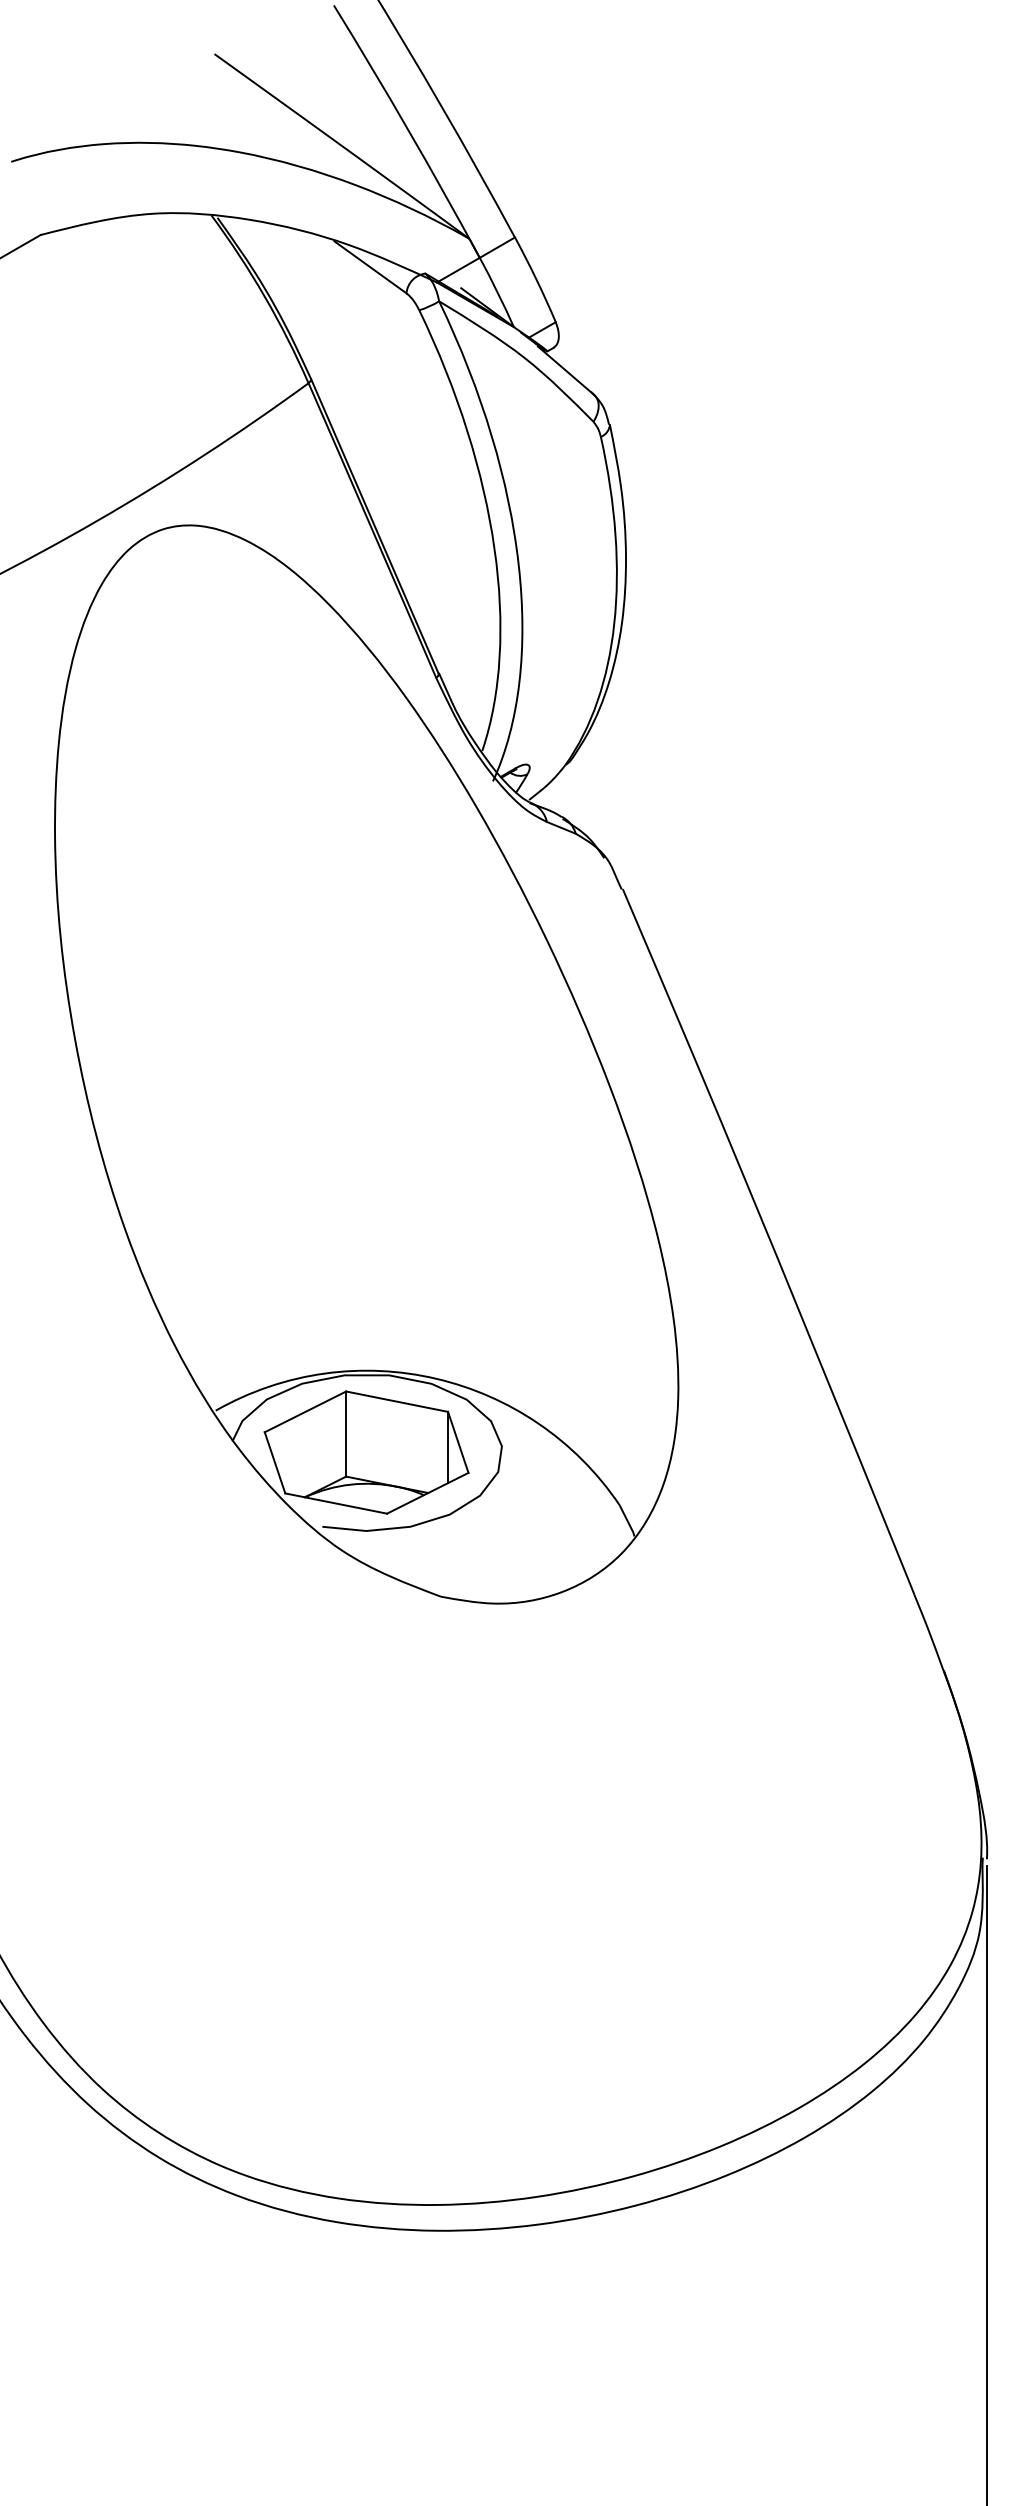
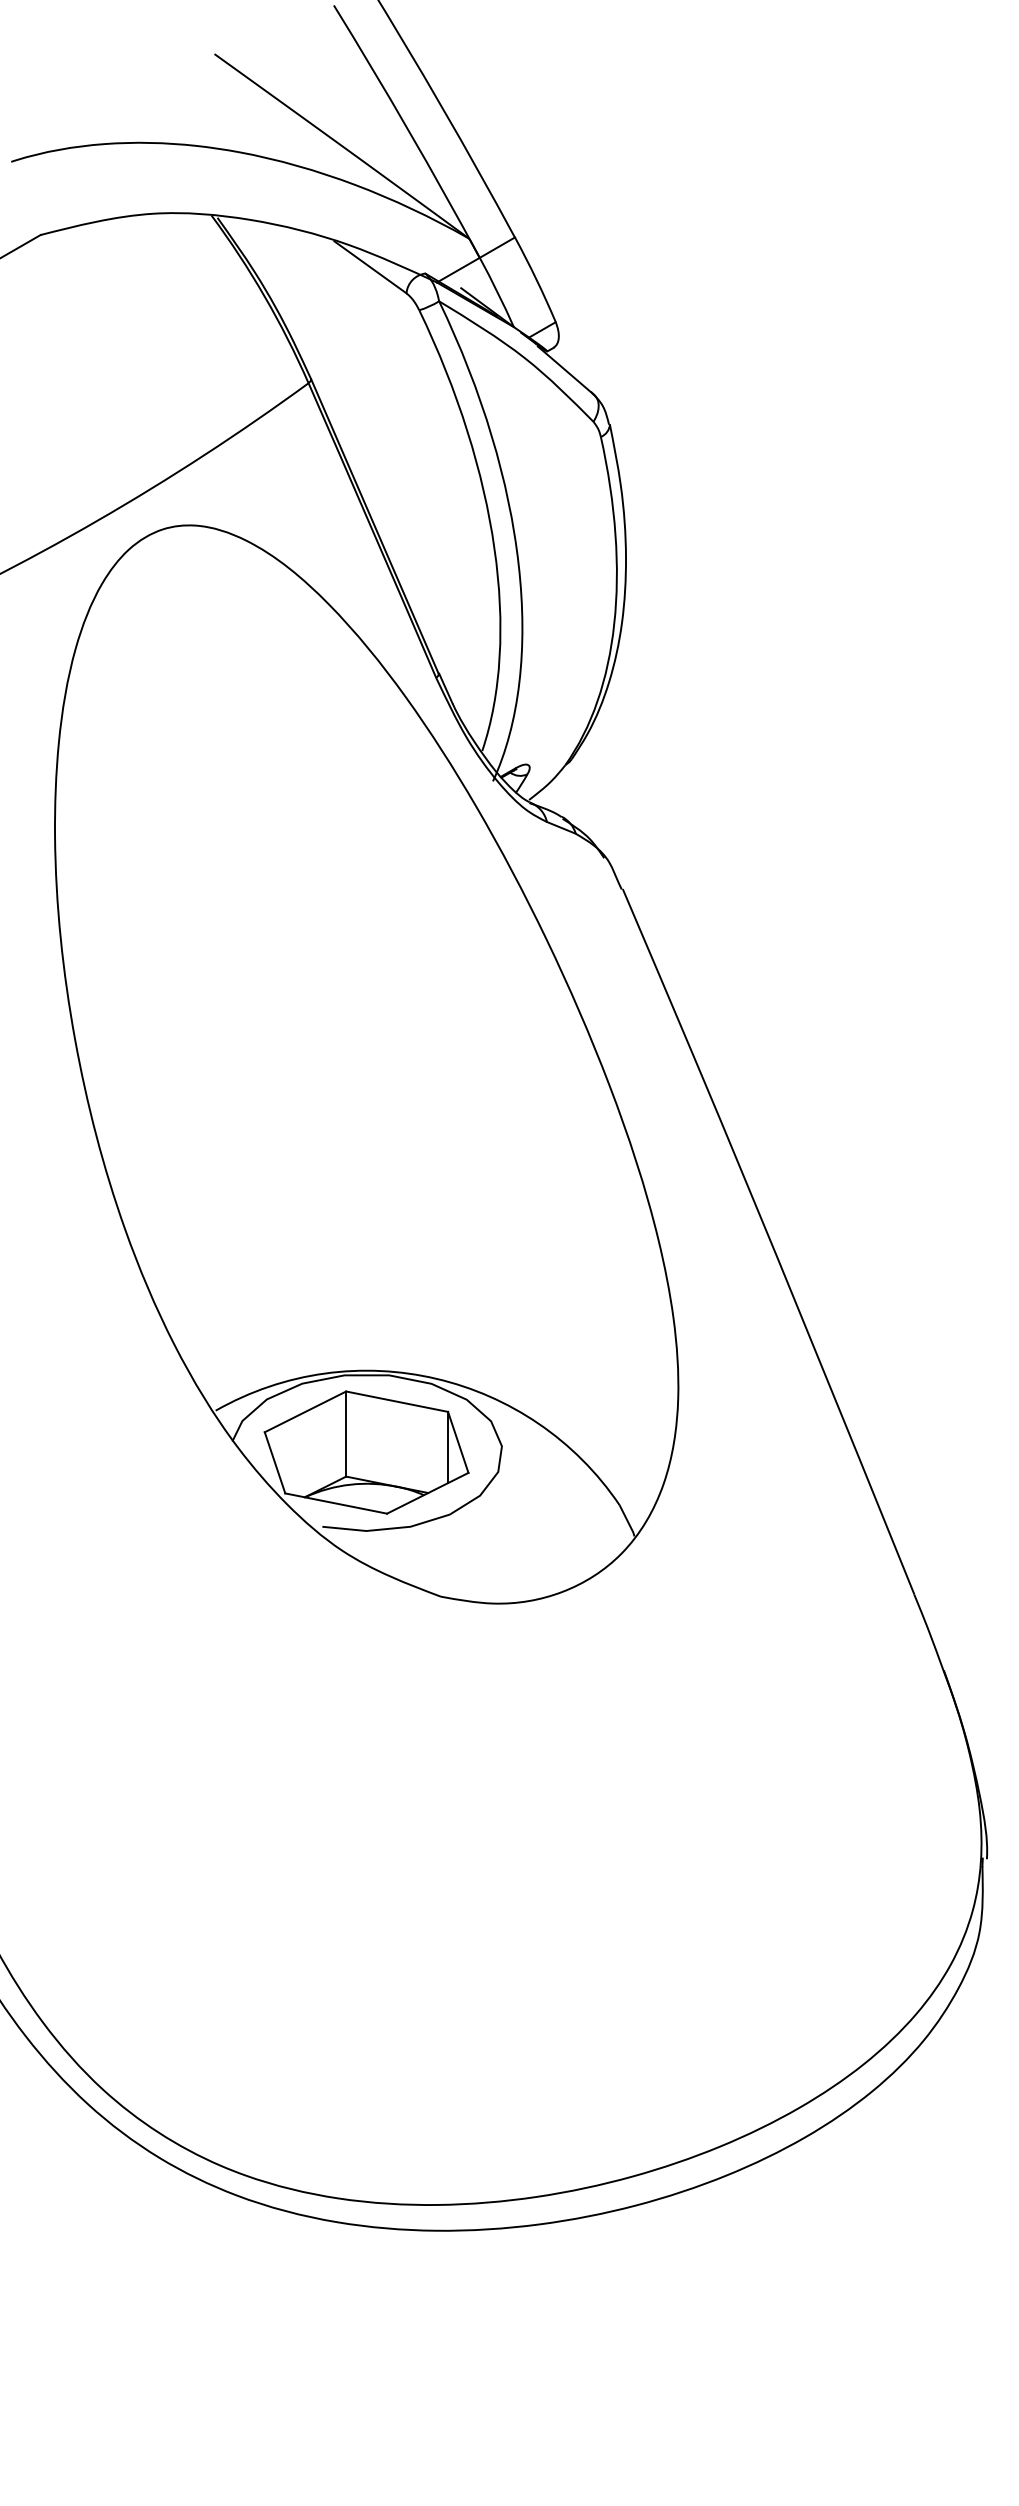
line at (987, 2184): present -> none
